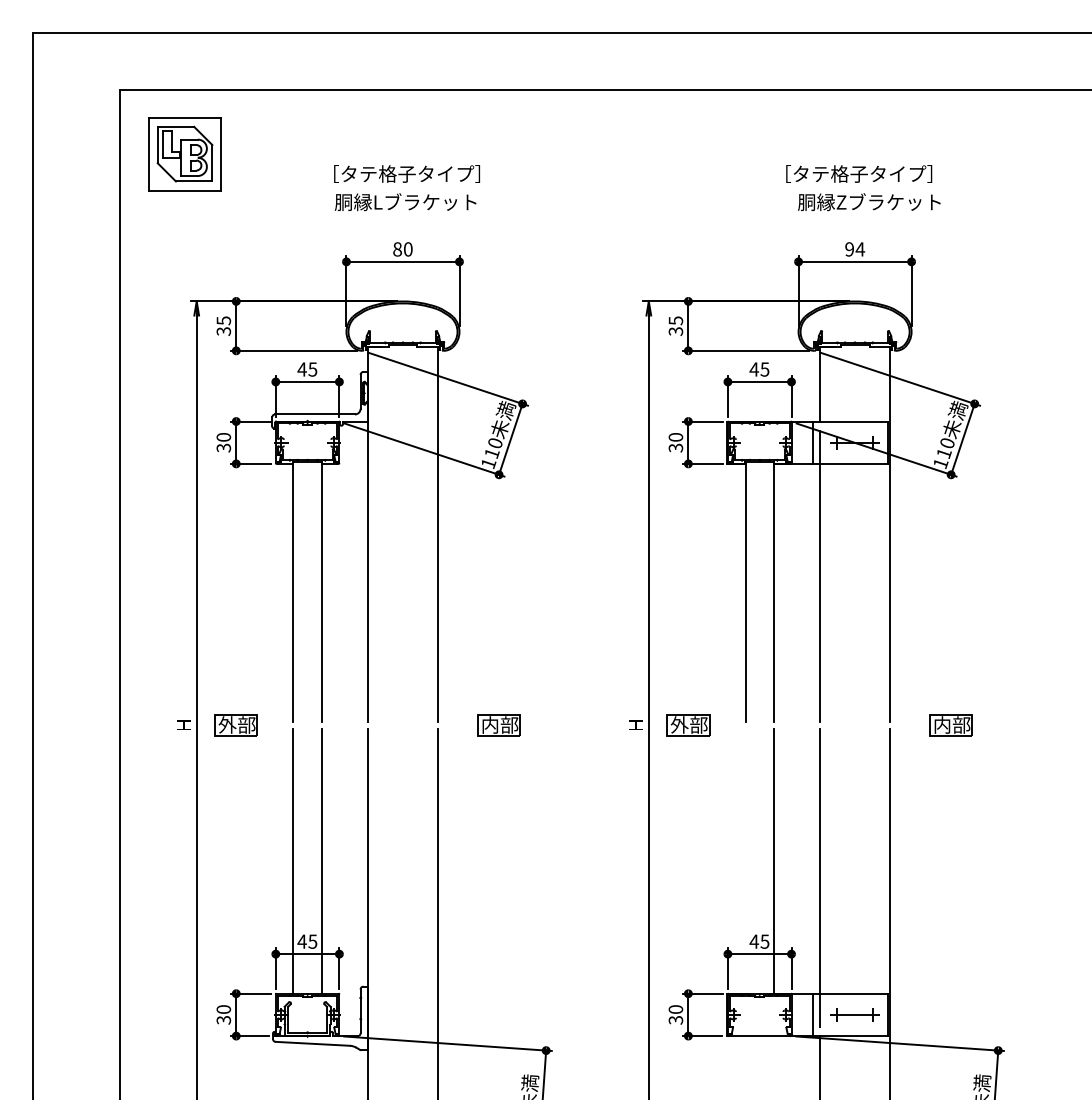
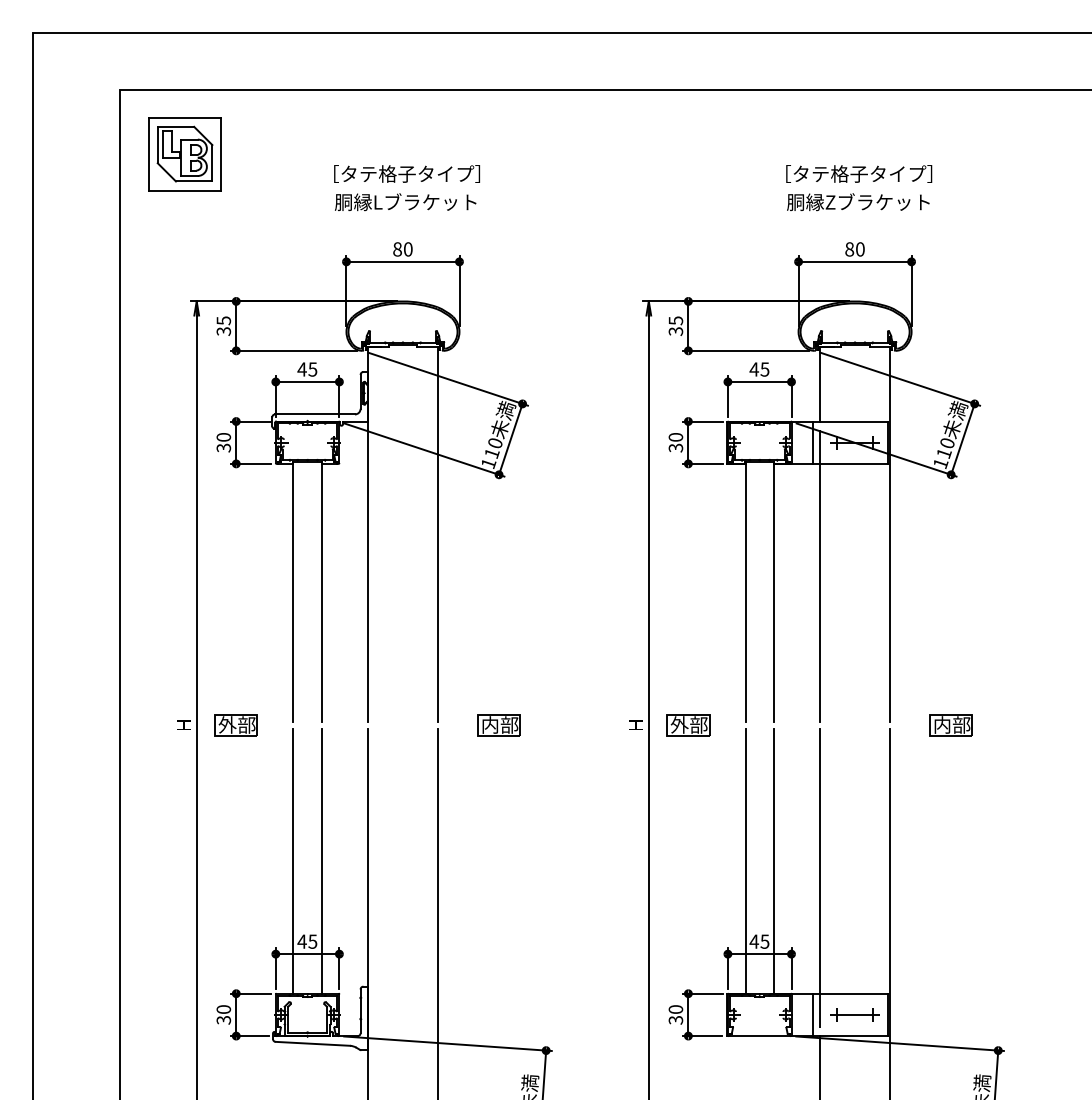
text at (869, 202) position: (869, 202) -> (858, 202)
text at (855, 249): 94 -> 80
line at (745, 860): none -> present
